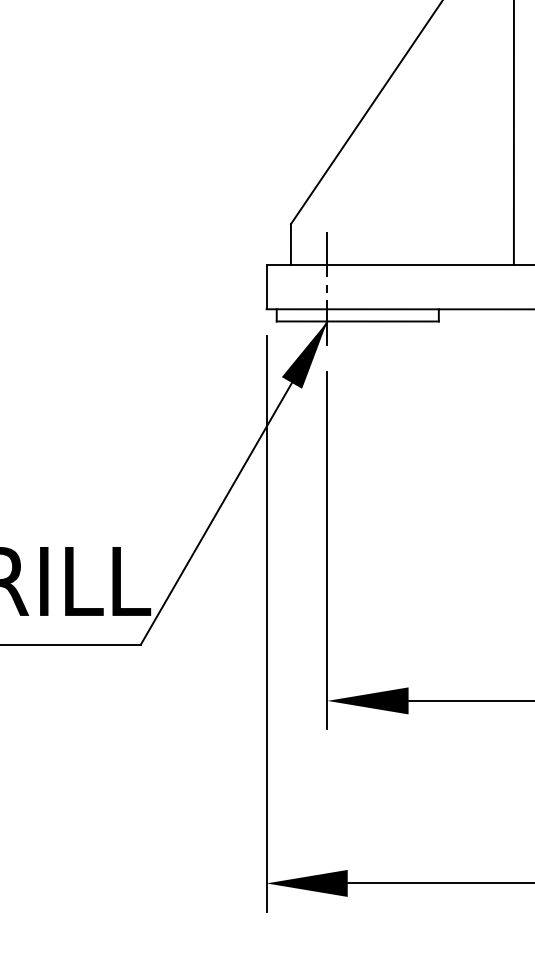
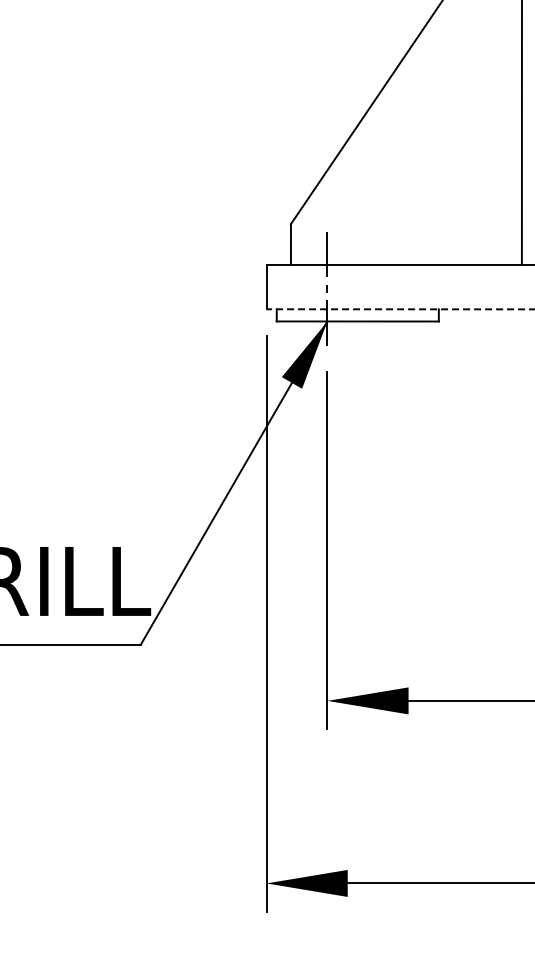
line at (513, 133) position: (513, 133) -> (521, 133)
line at (400, 309): solid -> dashed
